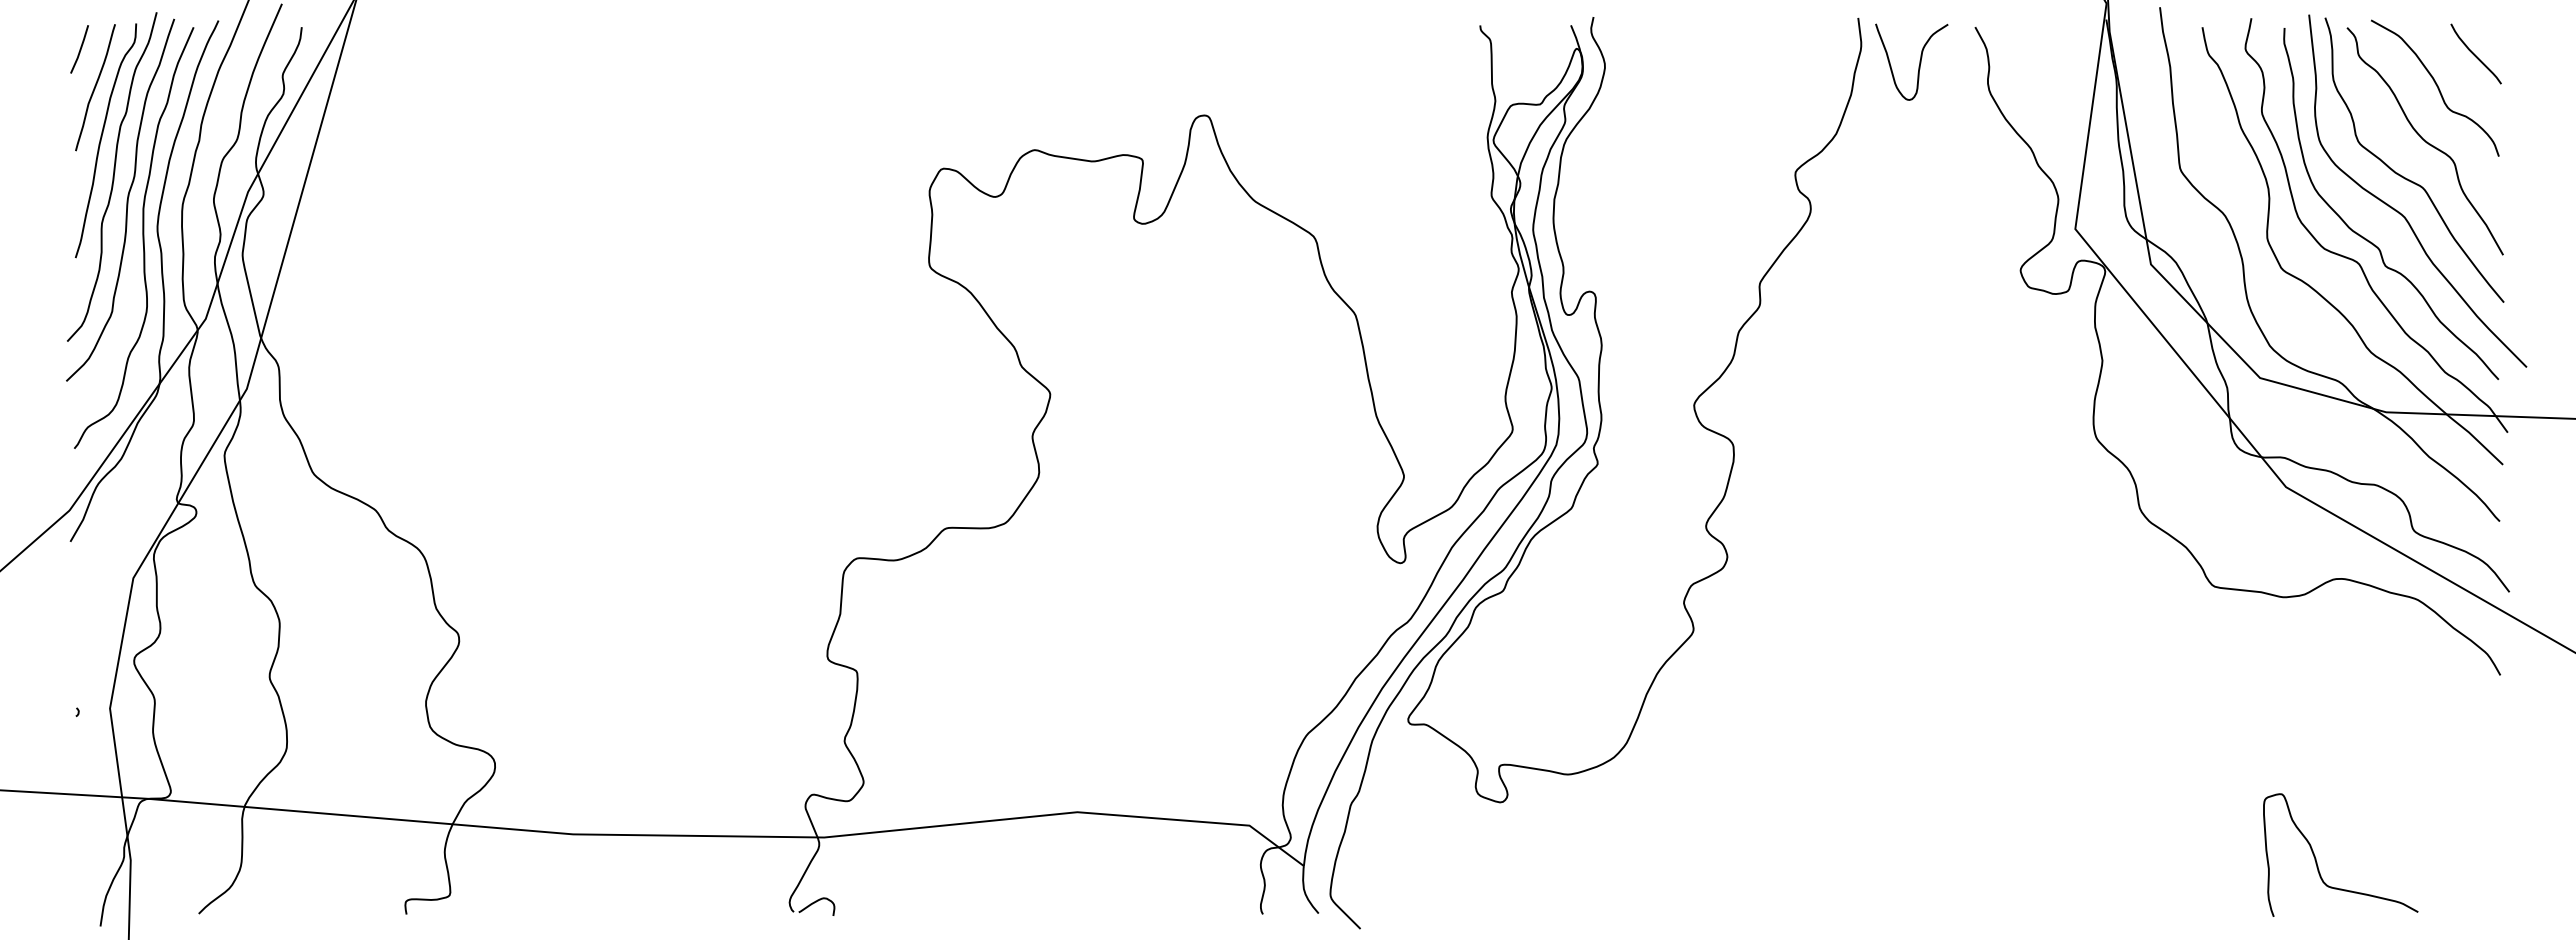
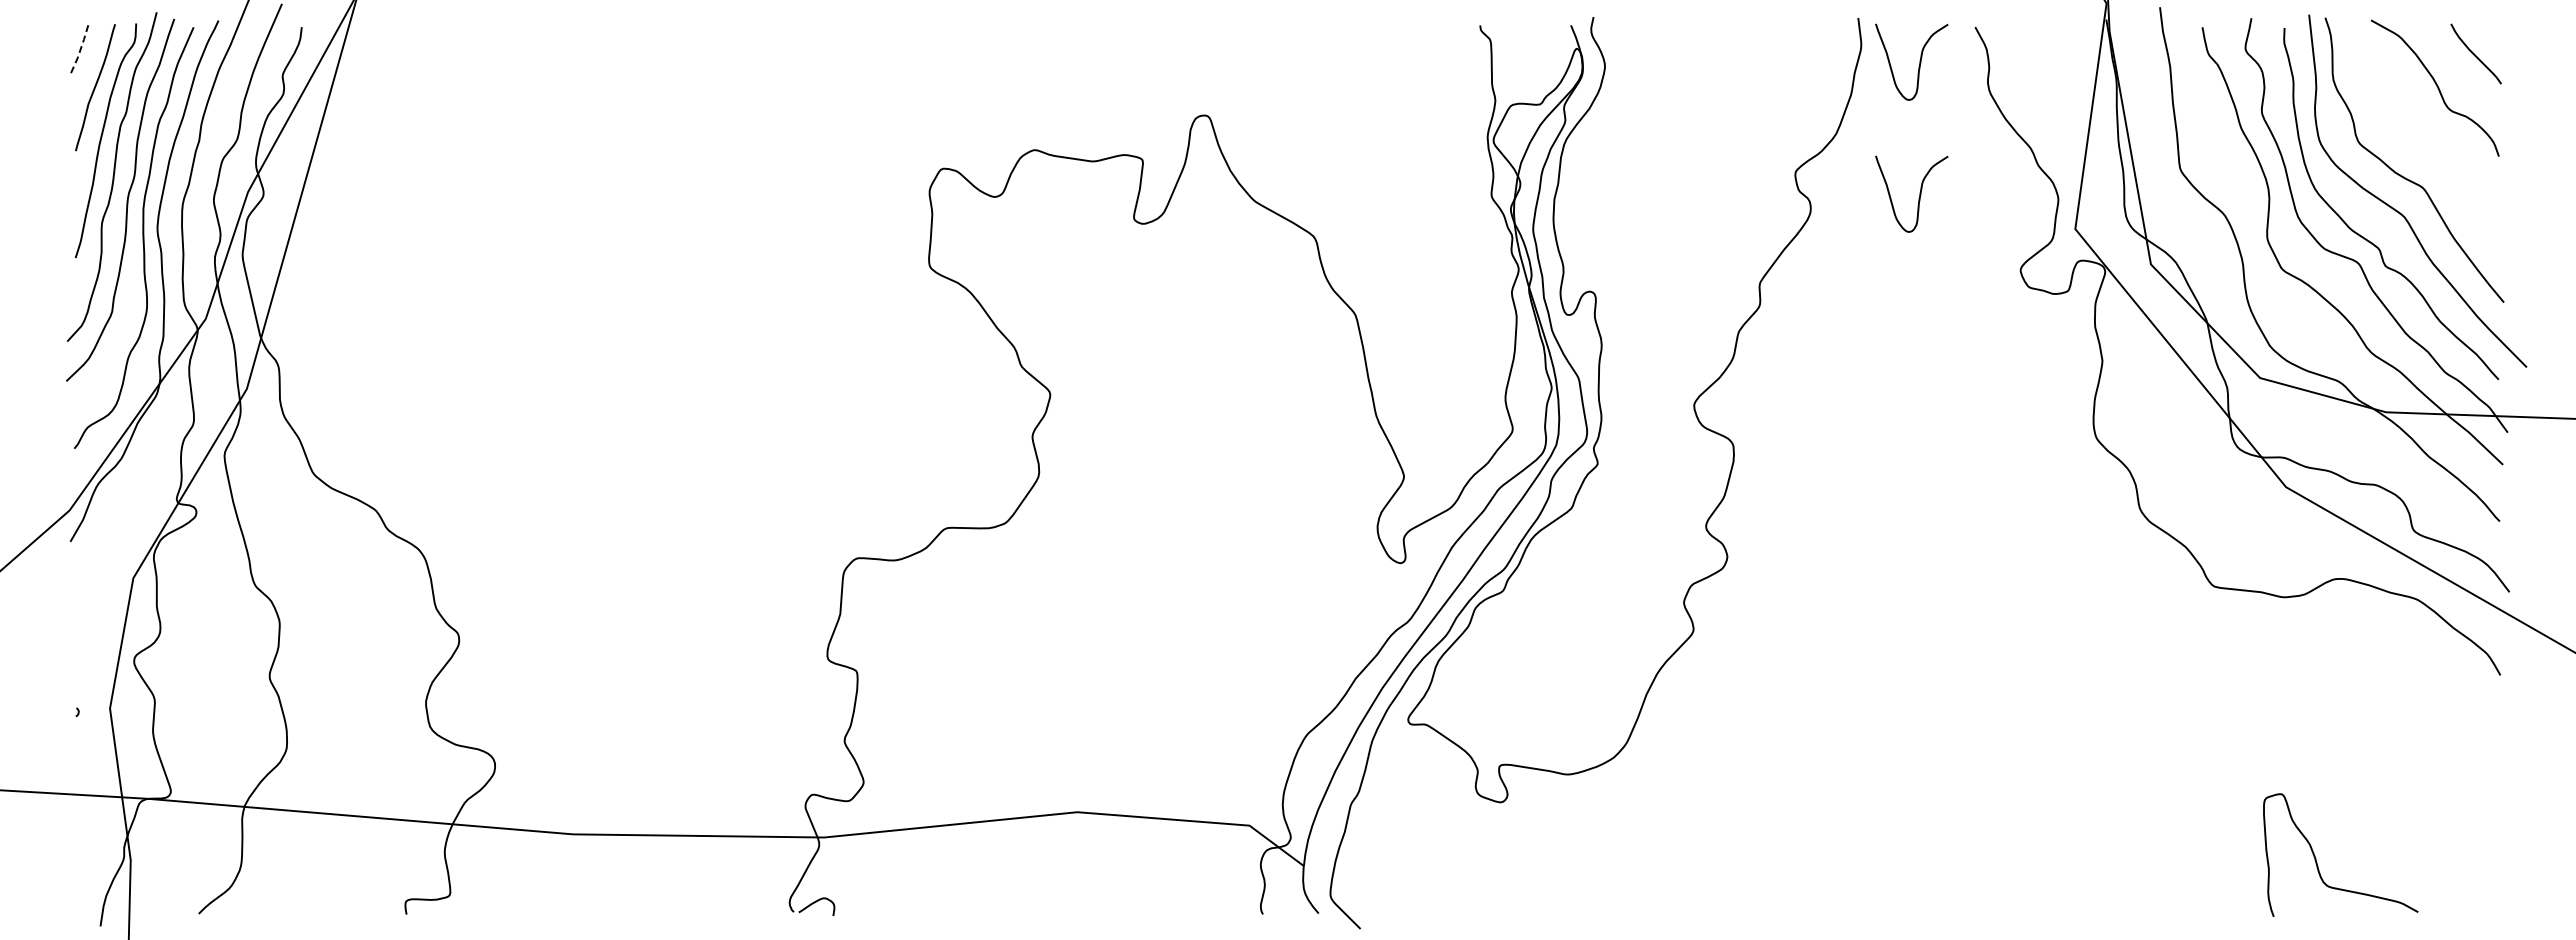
line at (80, 49): solid -> dashed
curve at (2424, 141): present -> none
curve at (1919, 193): none -> present
